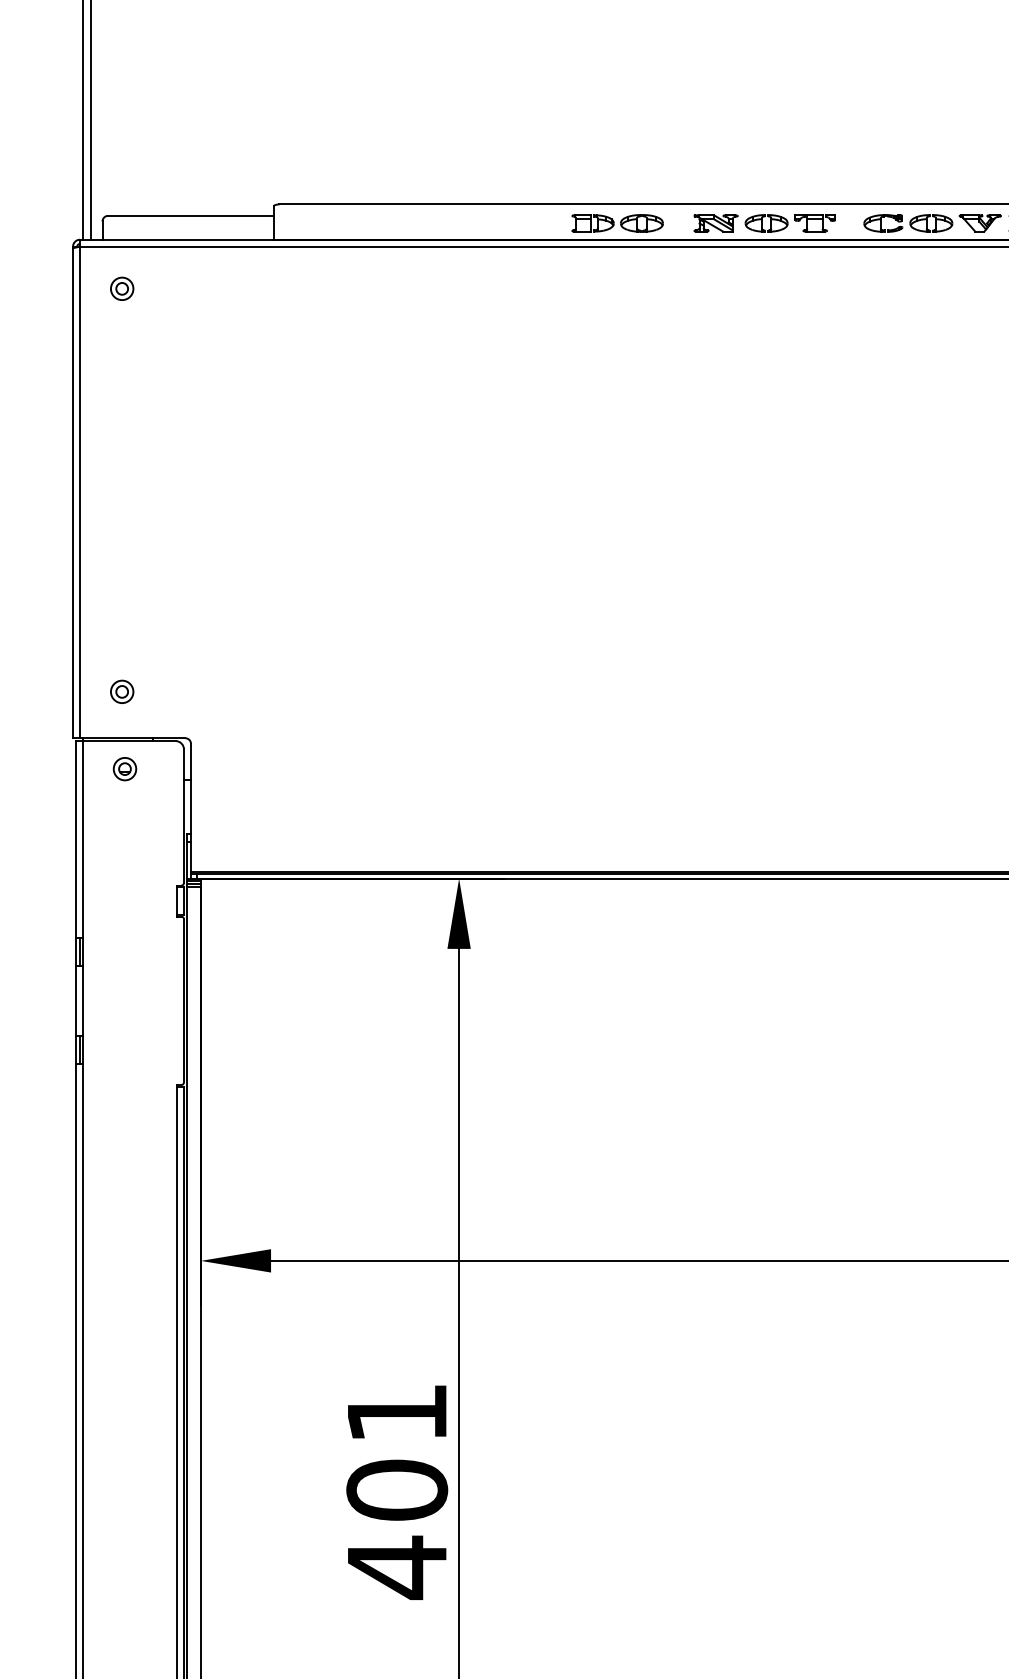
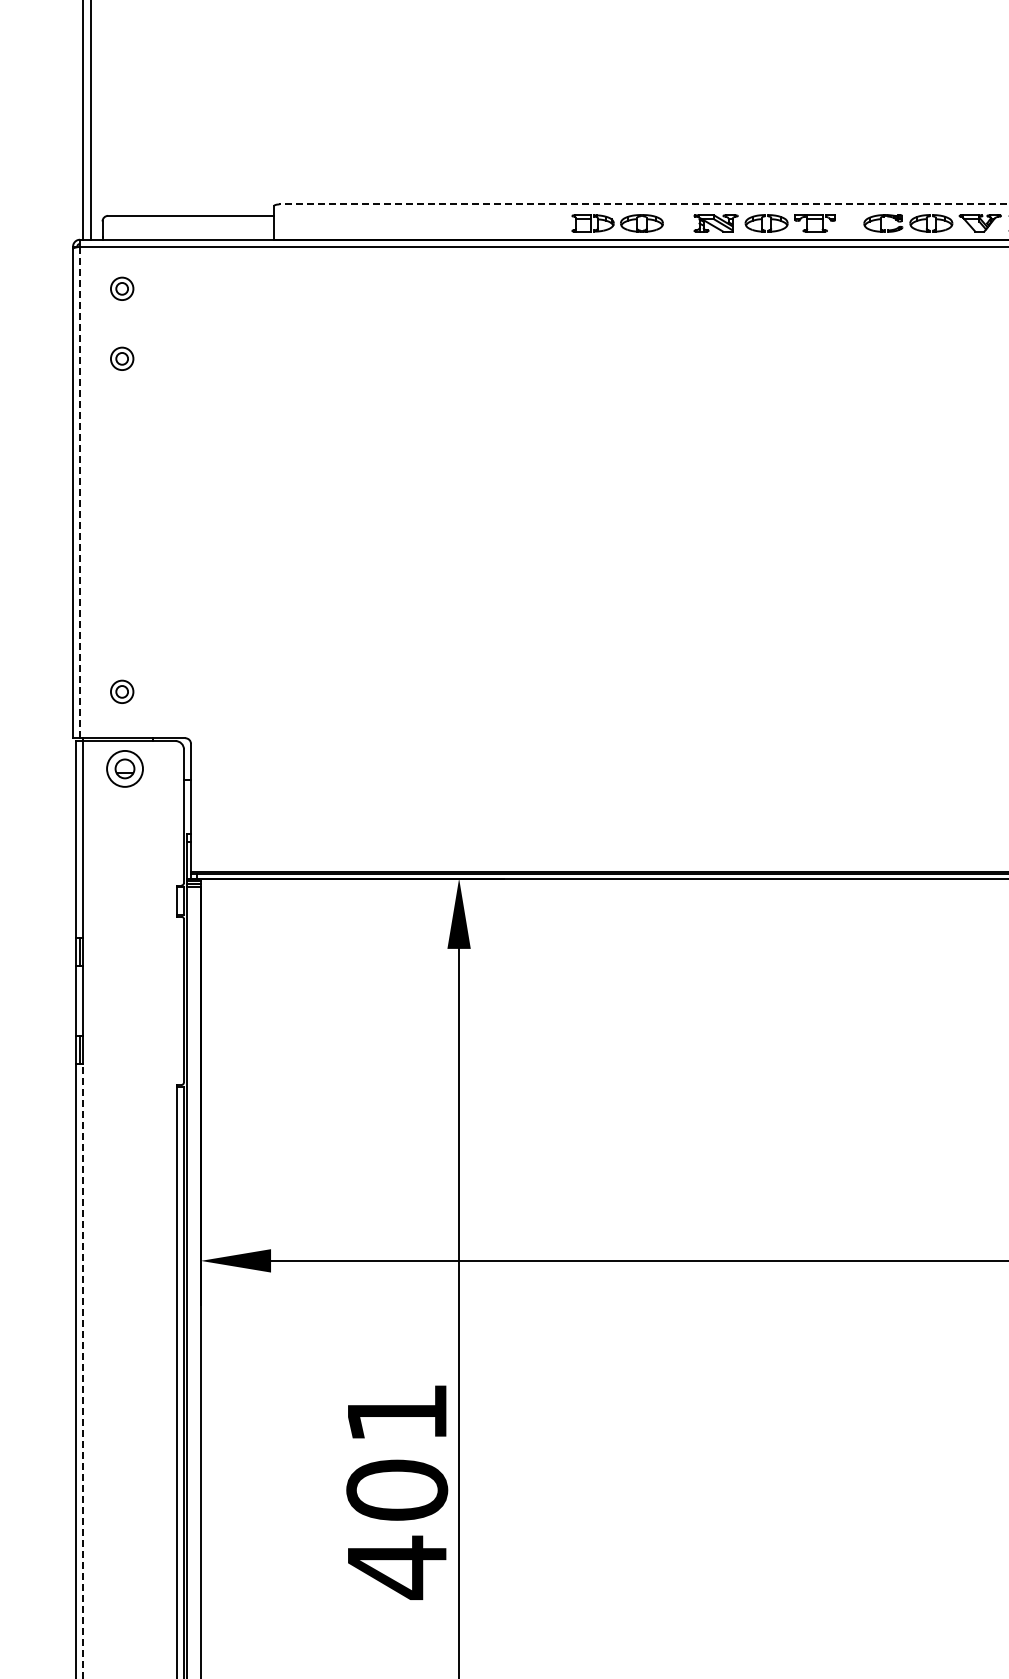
line at (644, 204): solid -> dashed
part at (122, 358): none -> present
line at (80, 492): solid -> dashed
part at (124, 769) size: 26x25 px -> 38x38 px
line at (82, 1370): solid -> dashed
